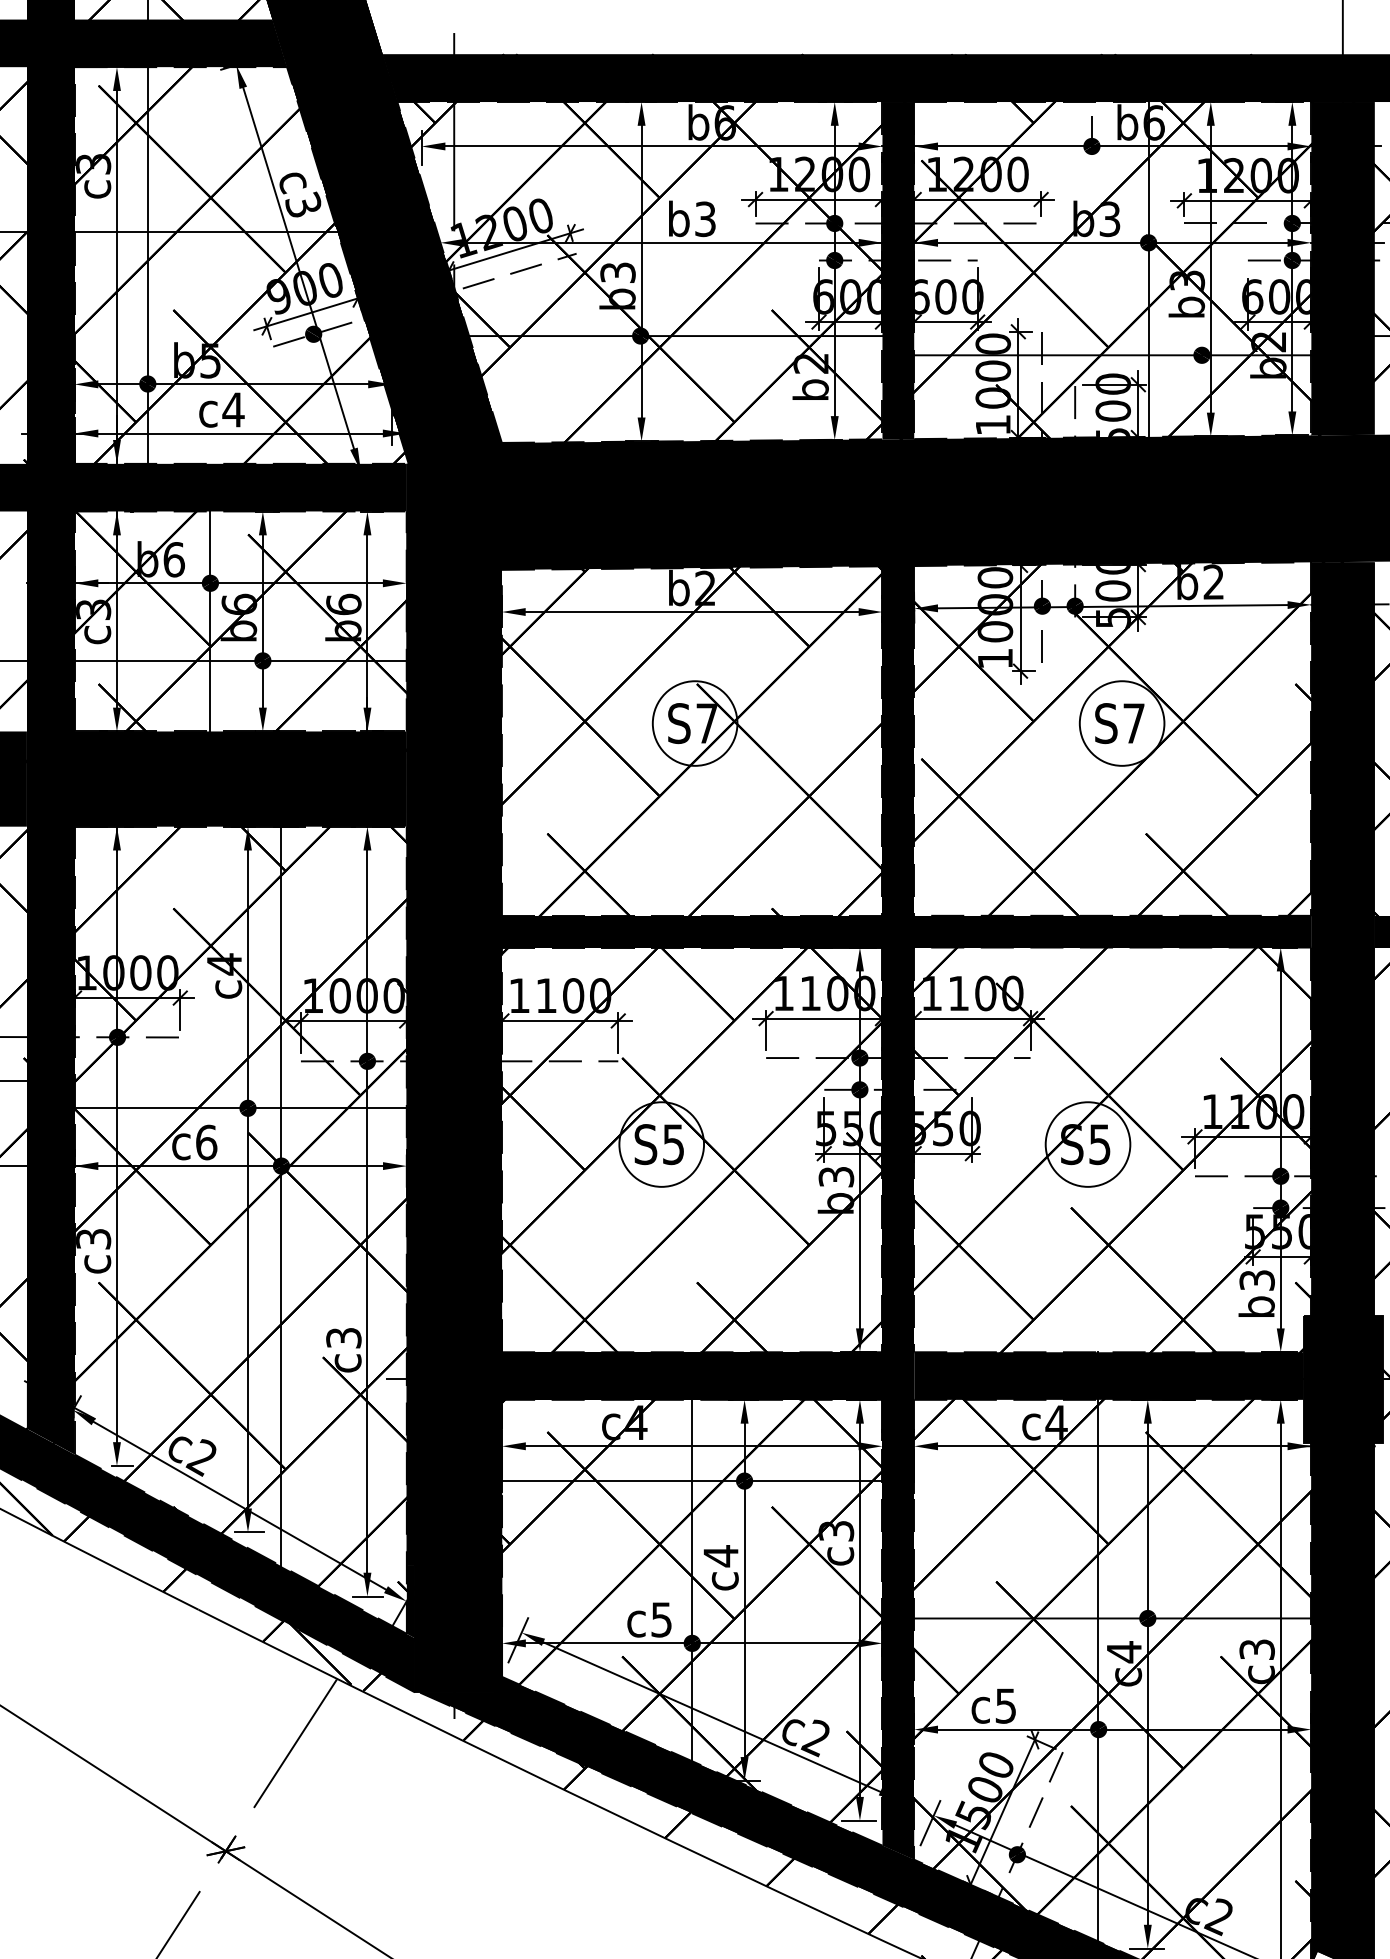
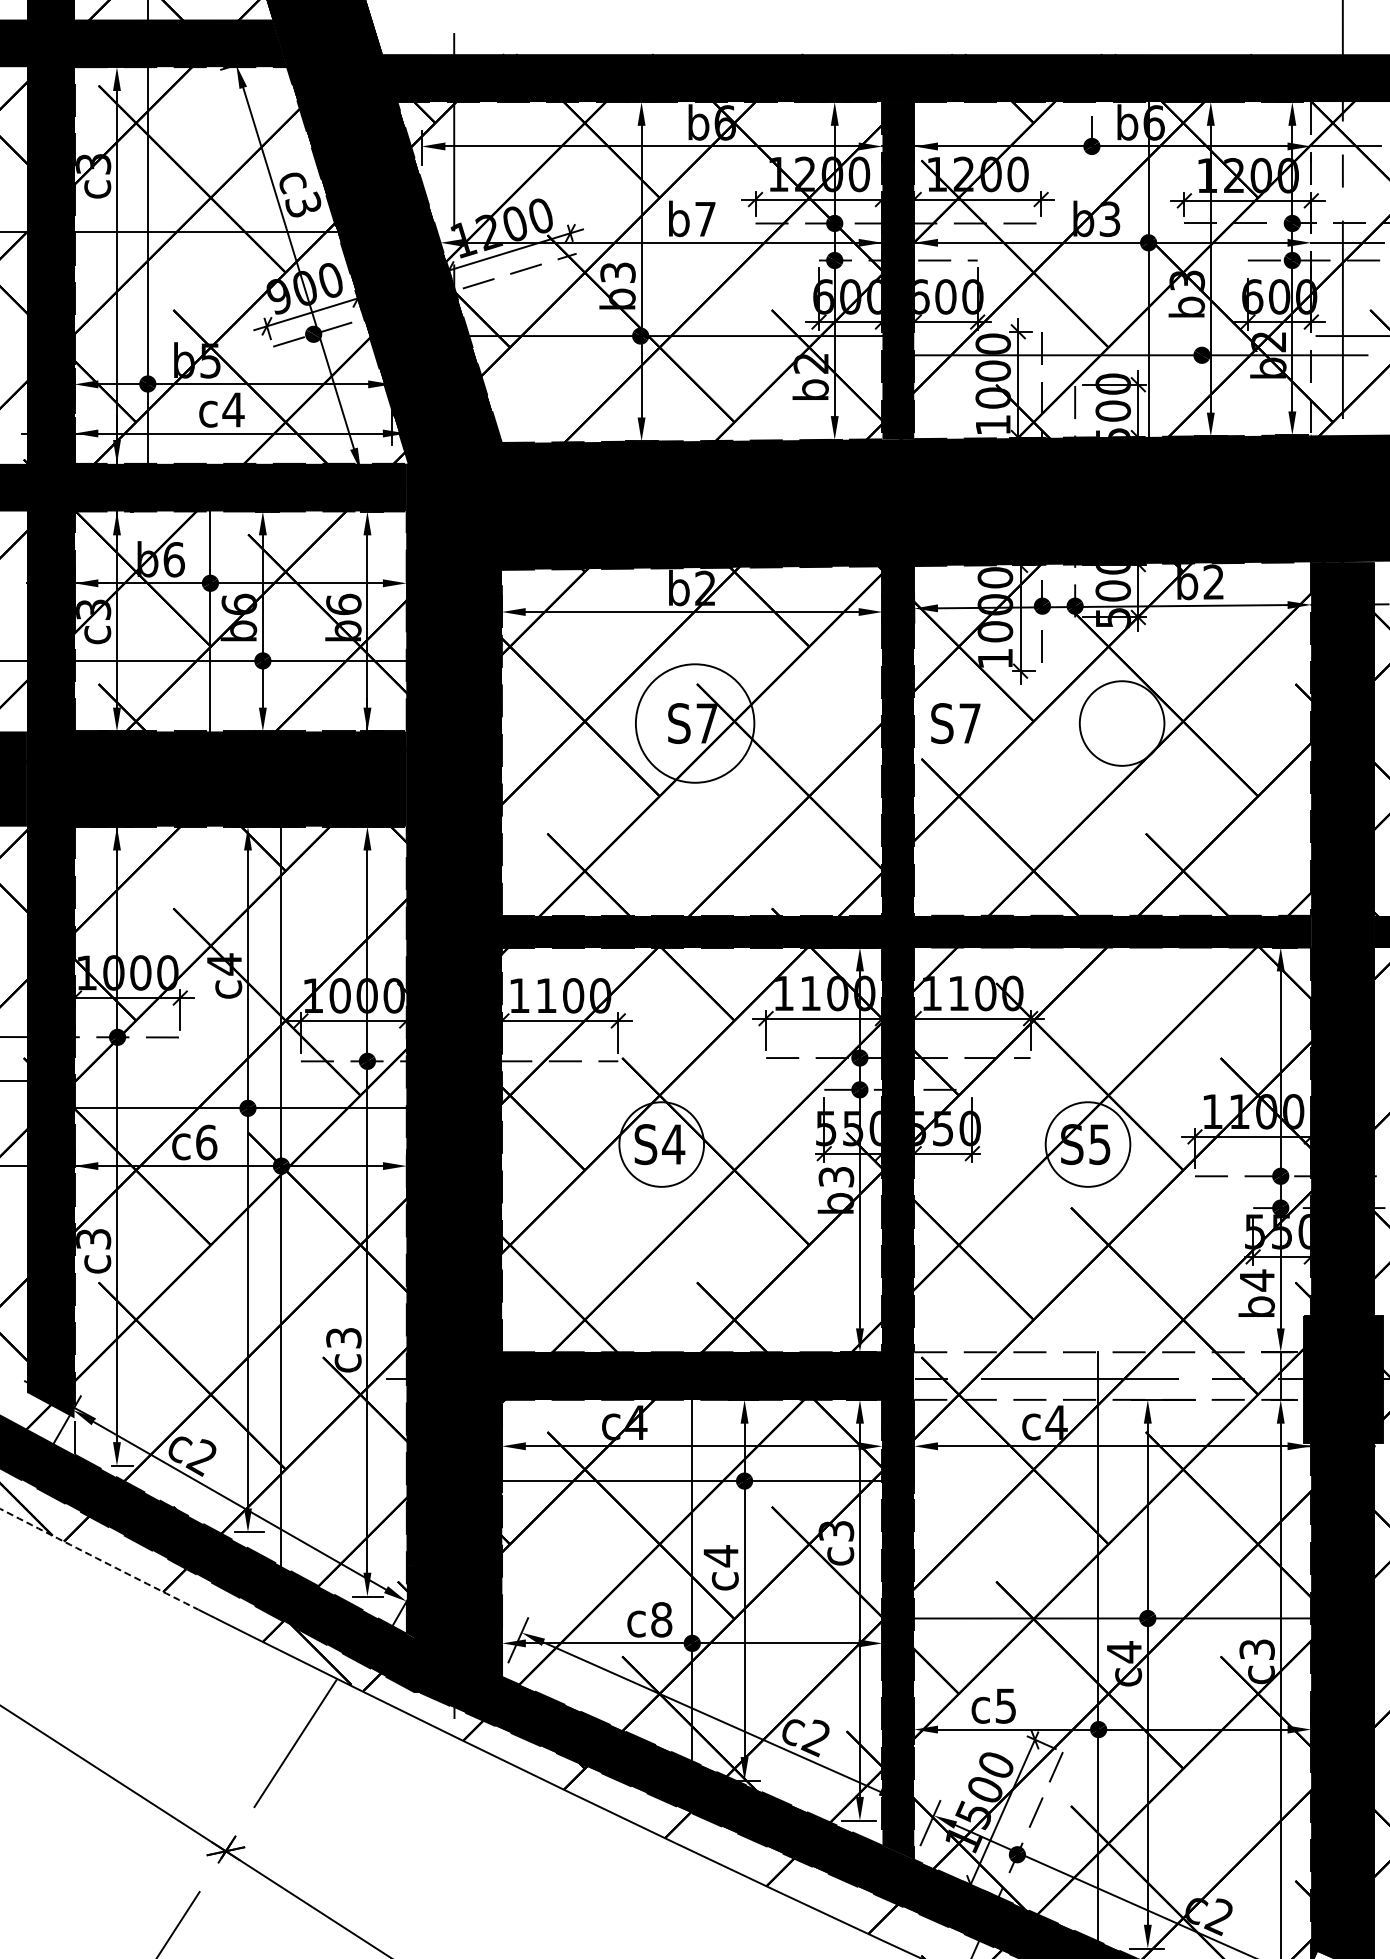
text at (705, 219): b3 -> b7
fill at (1342, 268): present -> none
circle at (694, 723) diameter: 85 px -> 118 px
text at (1119, 723) position: (1119, 723) -> (955, 723)
text at (673, 1144): S5 -> S4
text at (1256, 1280): b3 -> b4
fill at (1108, 1375): present -> none
fill at (50, 1418): present -> none
arc at (98, 1559): solid -> dashed
text at (661, 1619): c5 -> c8
